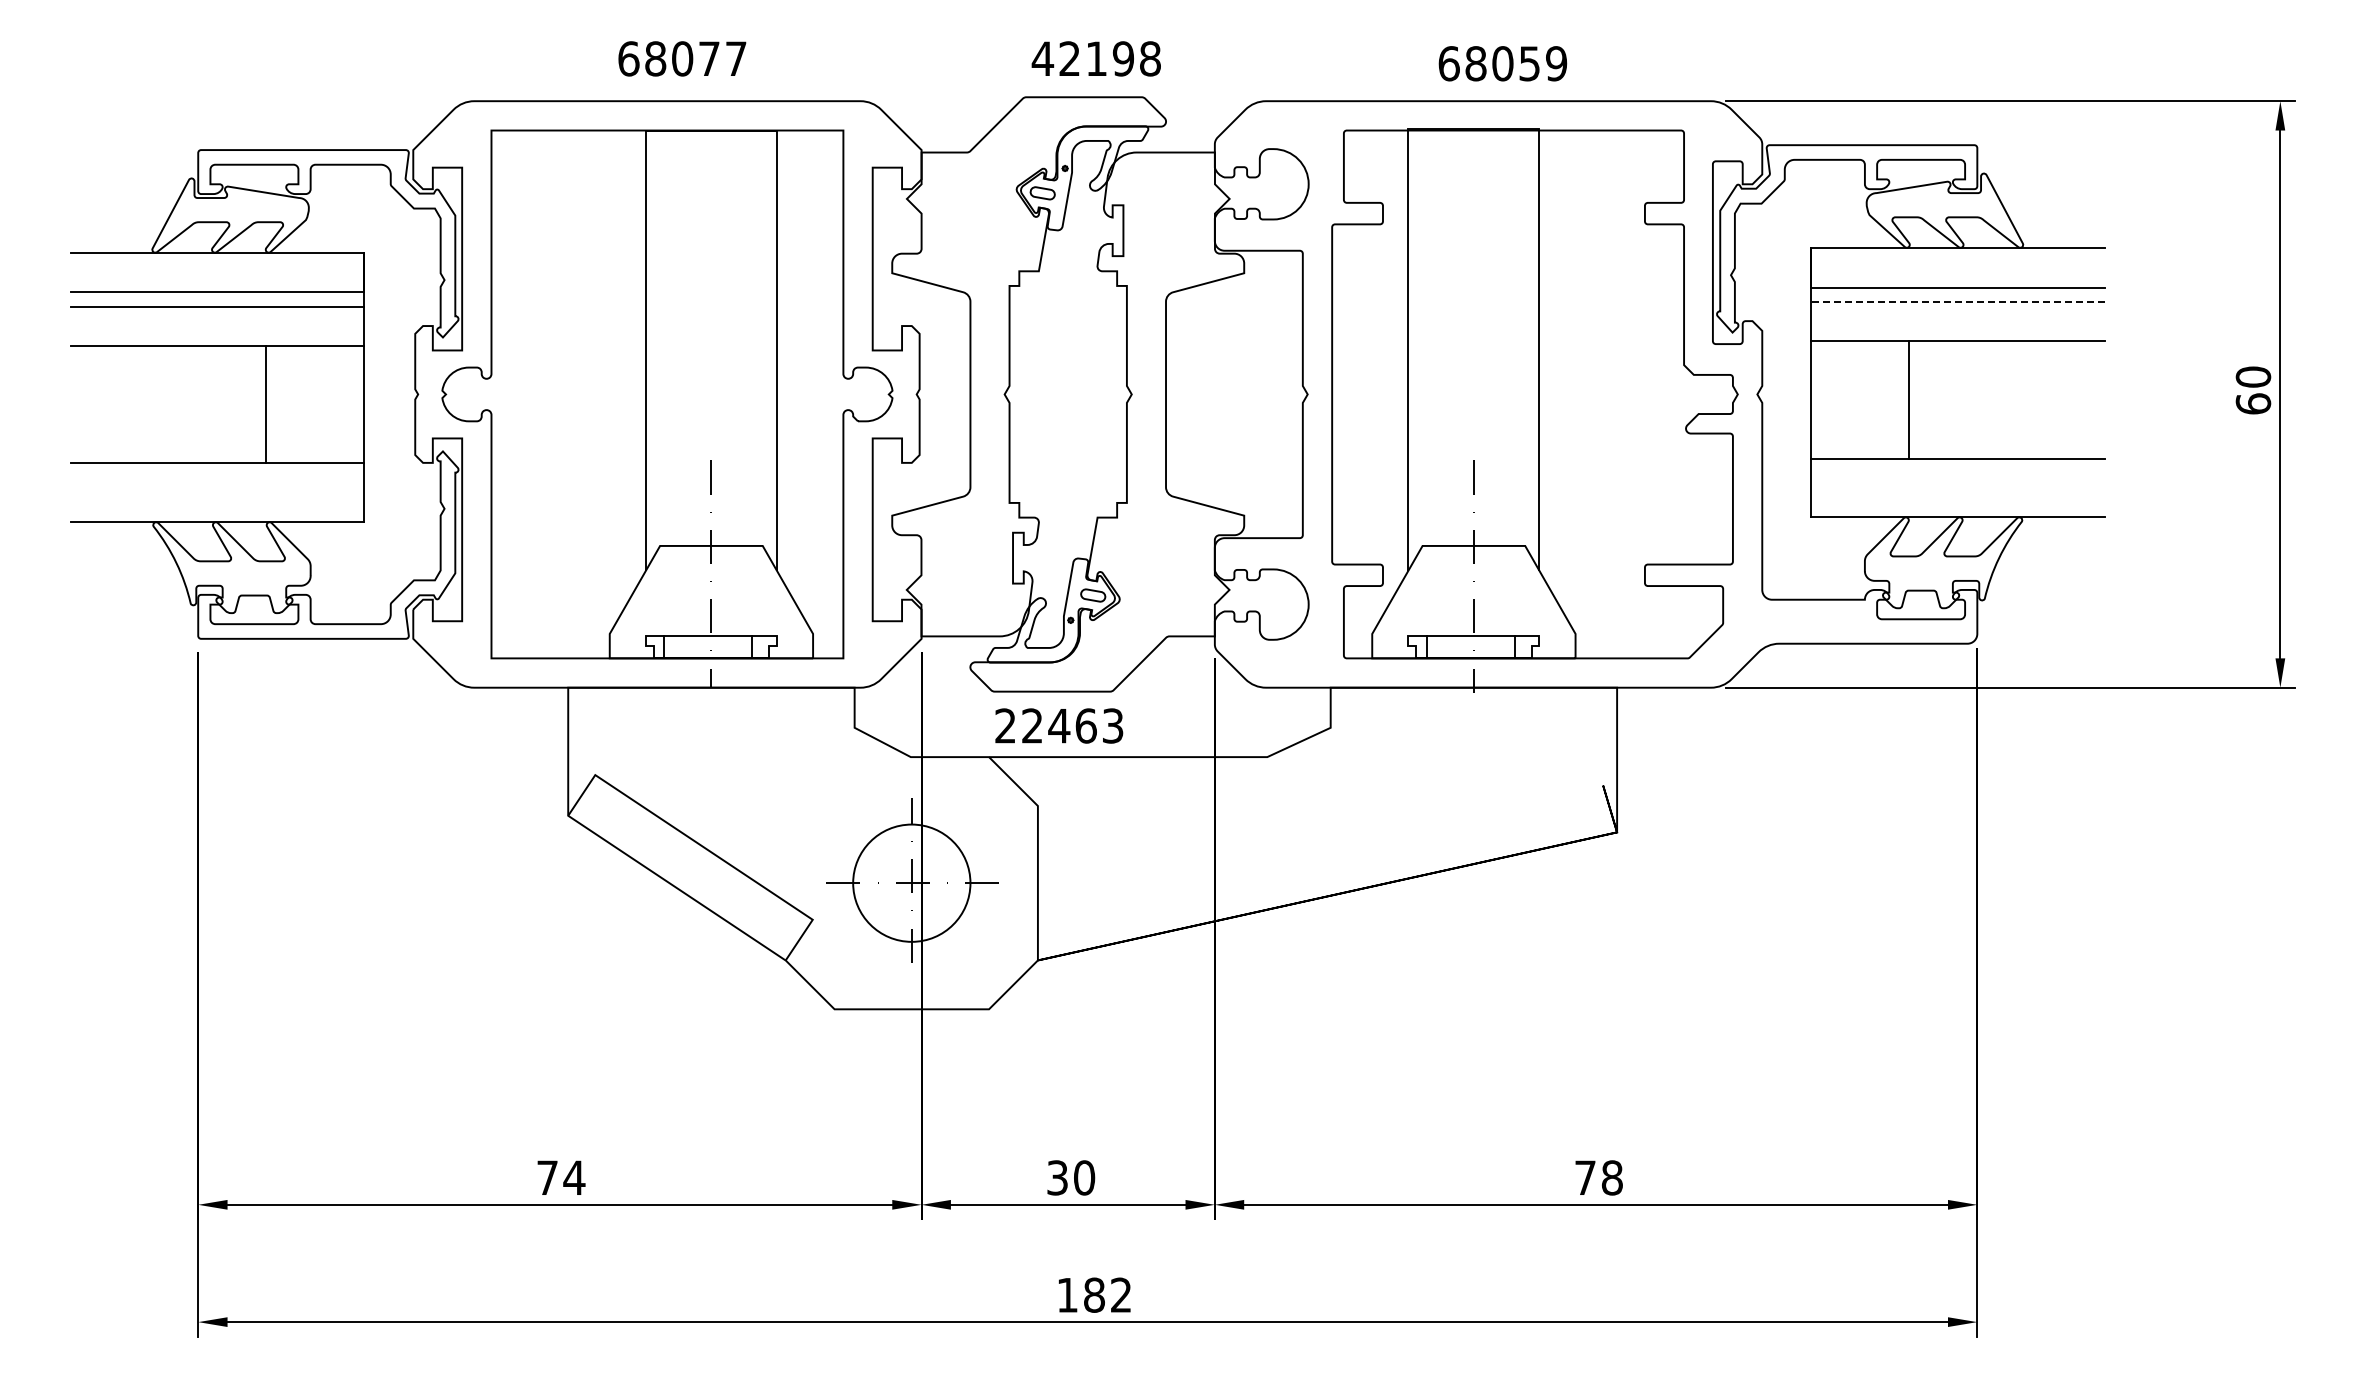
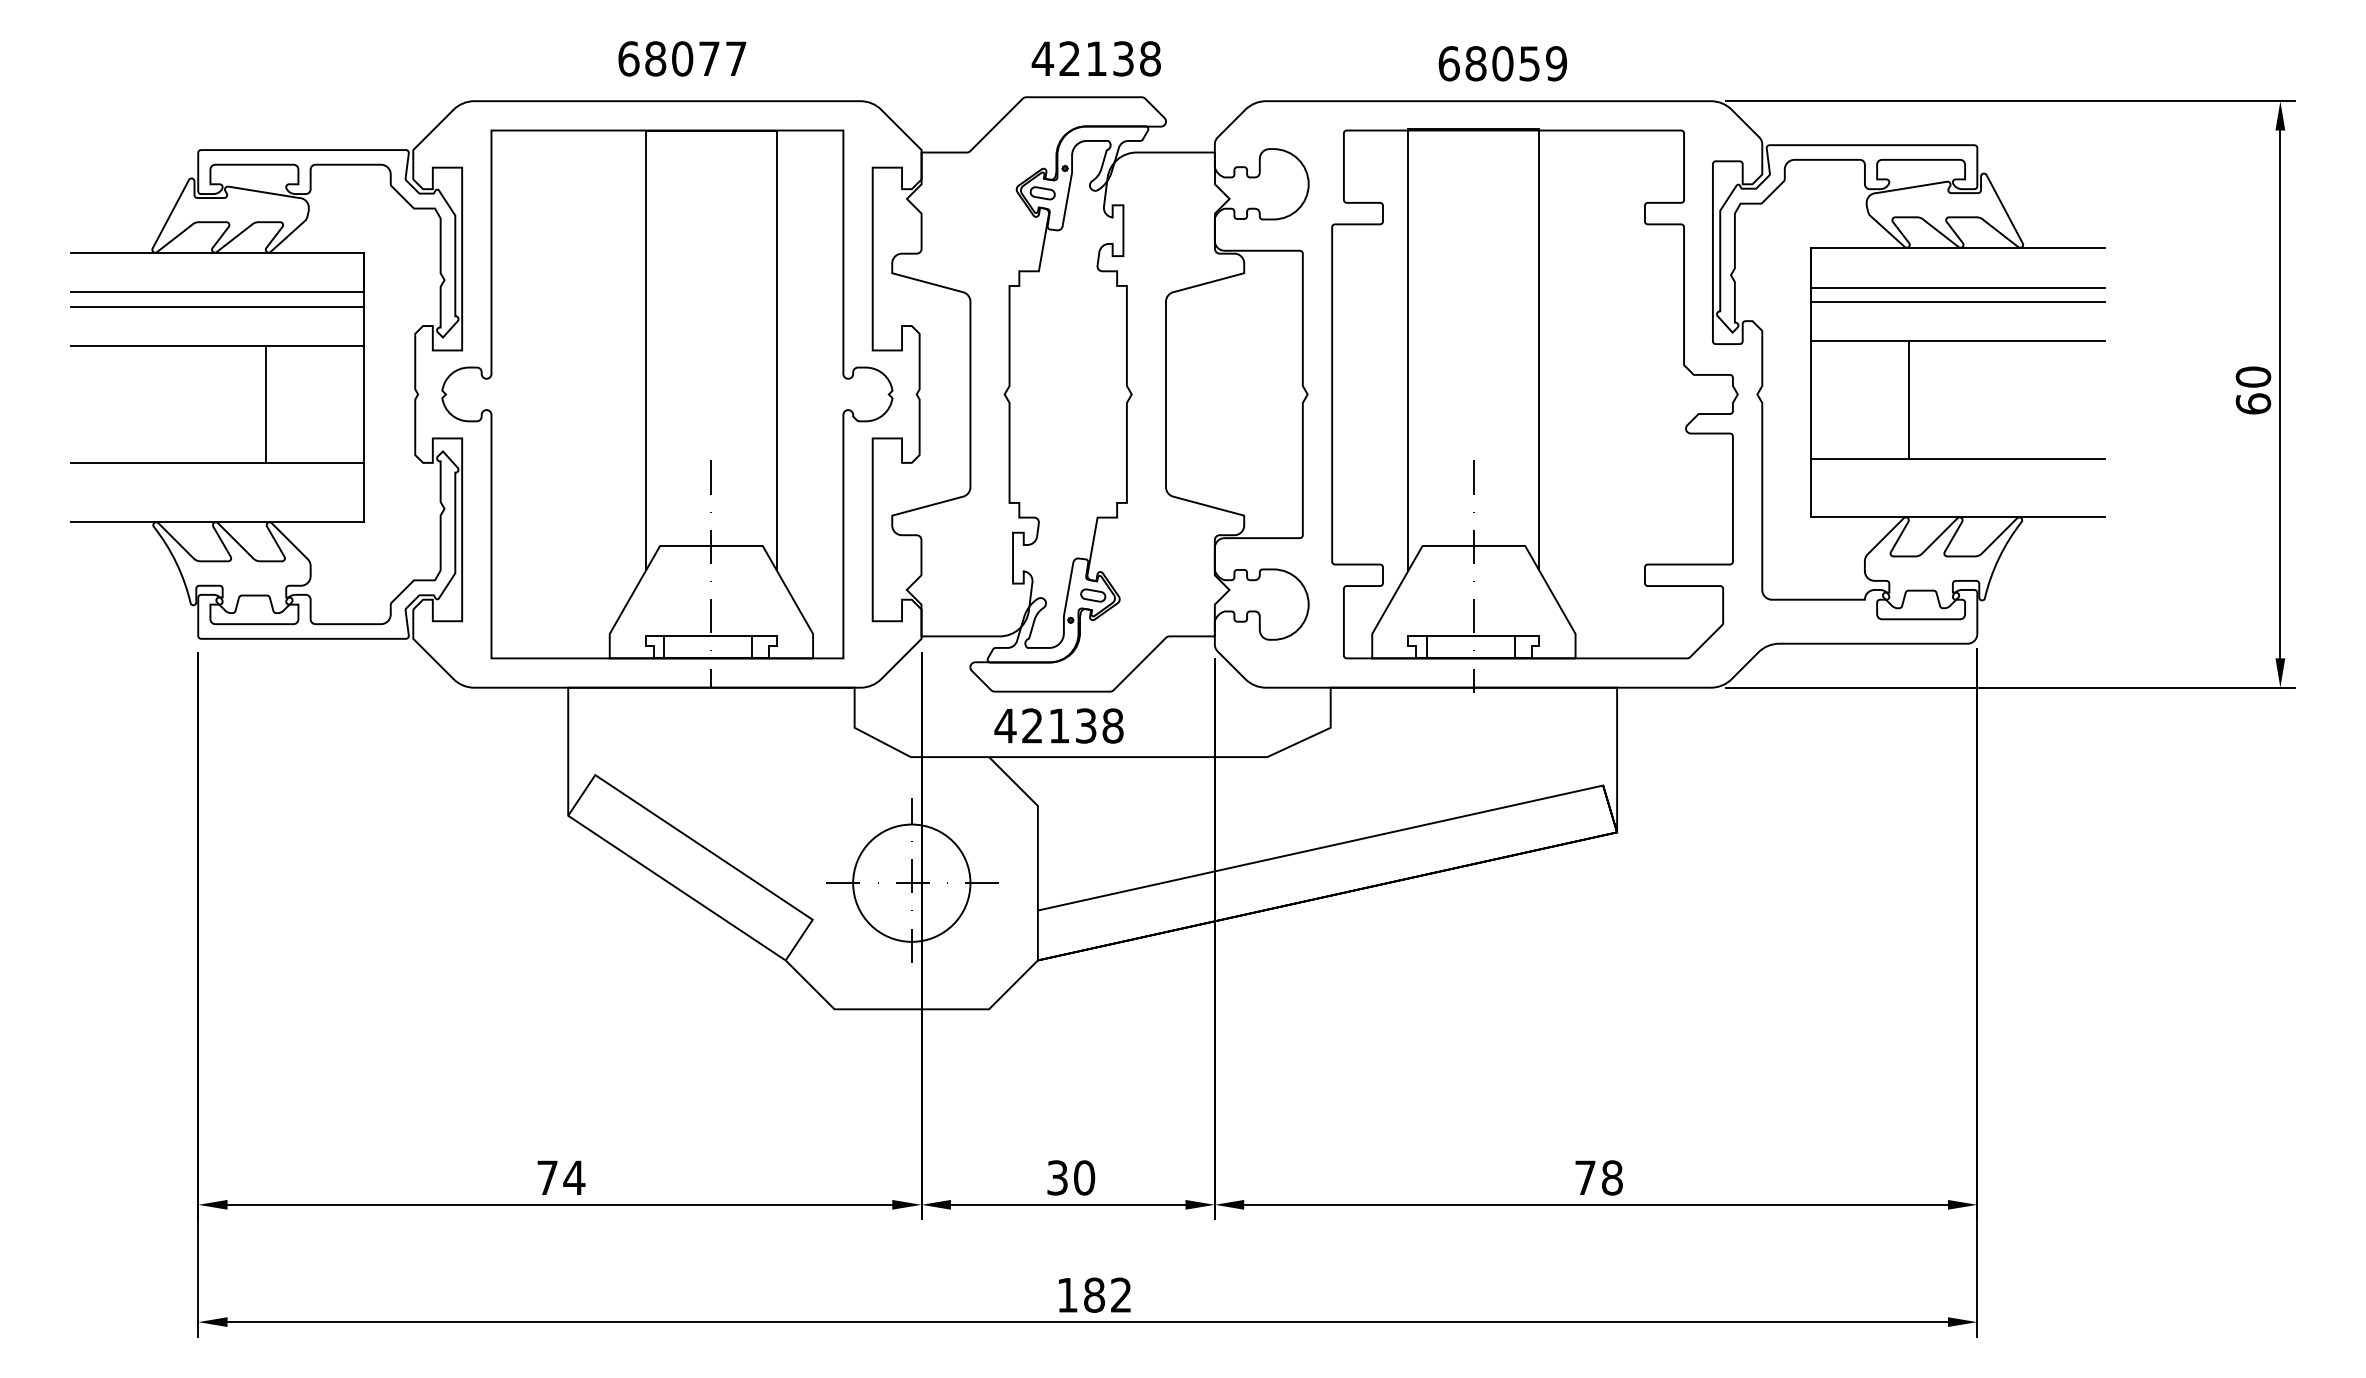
text at (1122, 58): 42198 -> 42138
line at (1957, 302): dashed -> solid
text at (1058, 725): 22463 -> 42138
line at (1320, 847): none -> present
